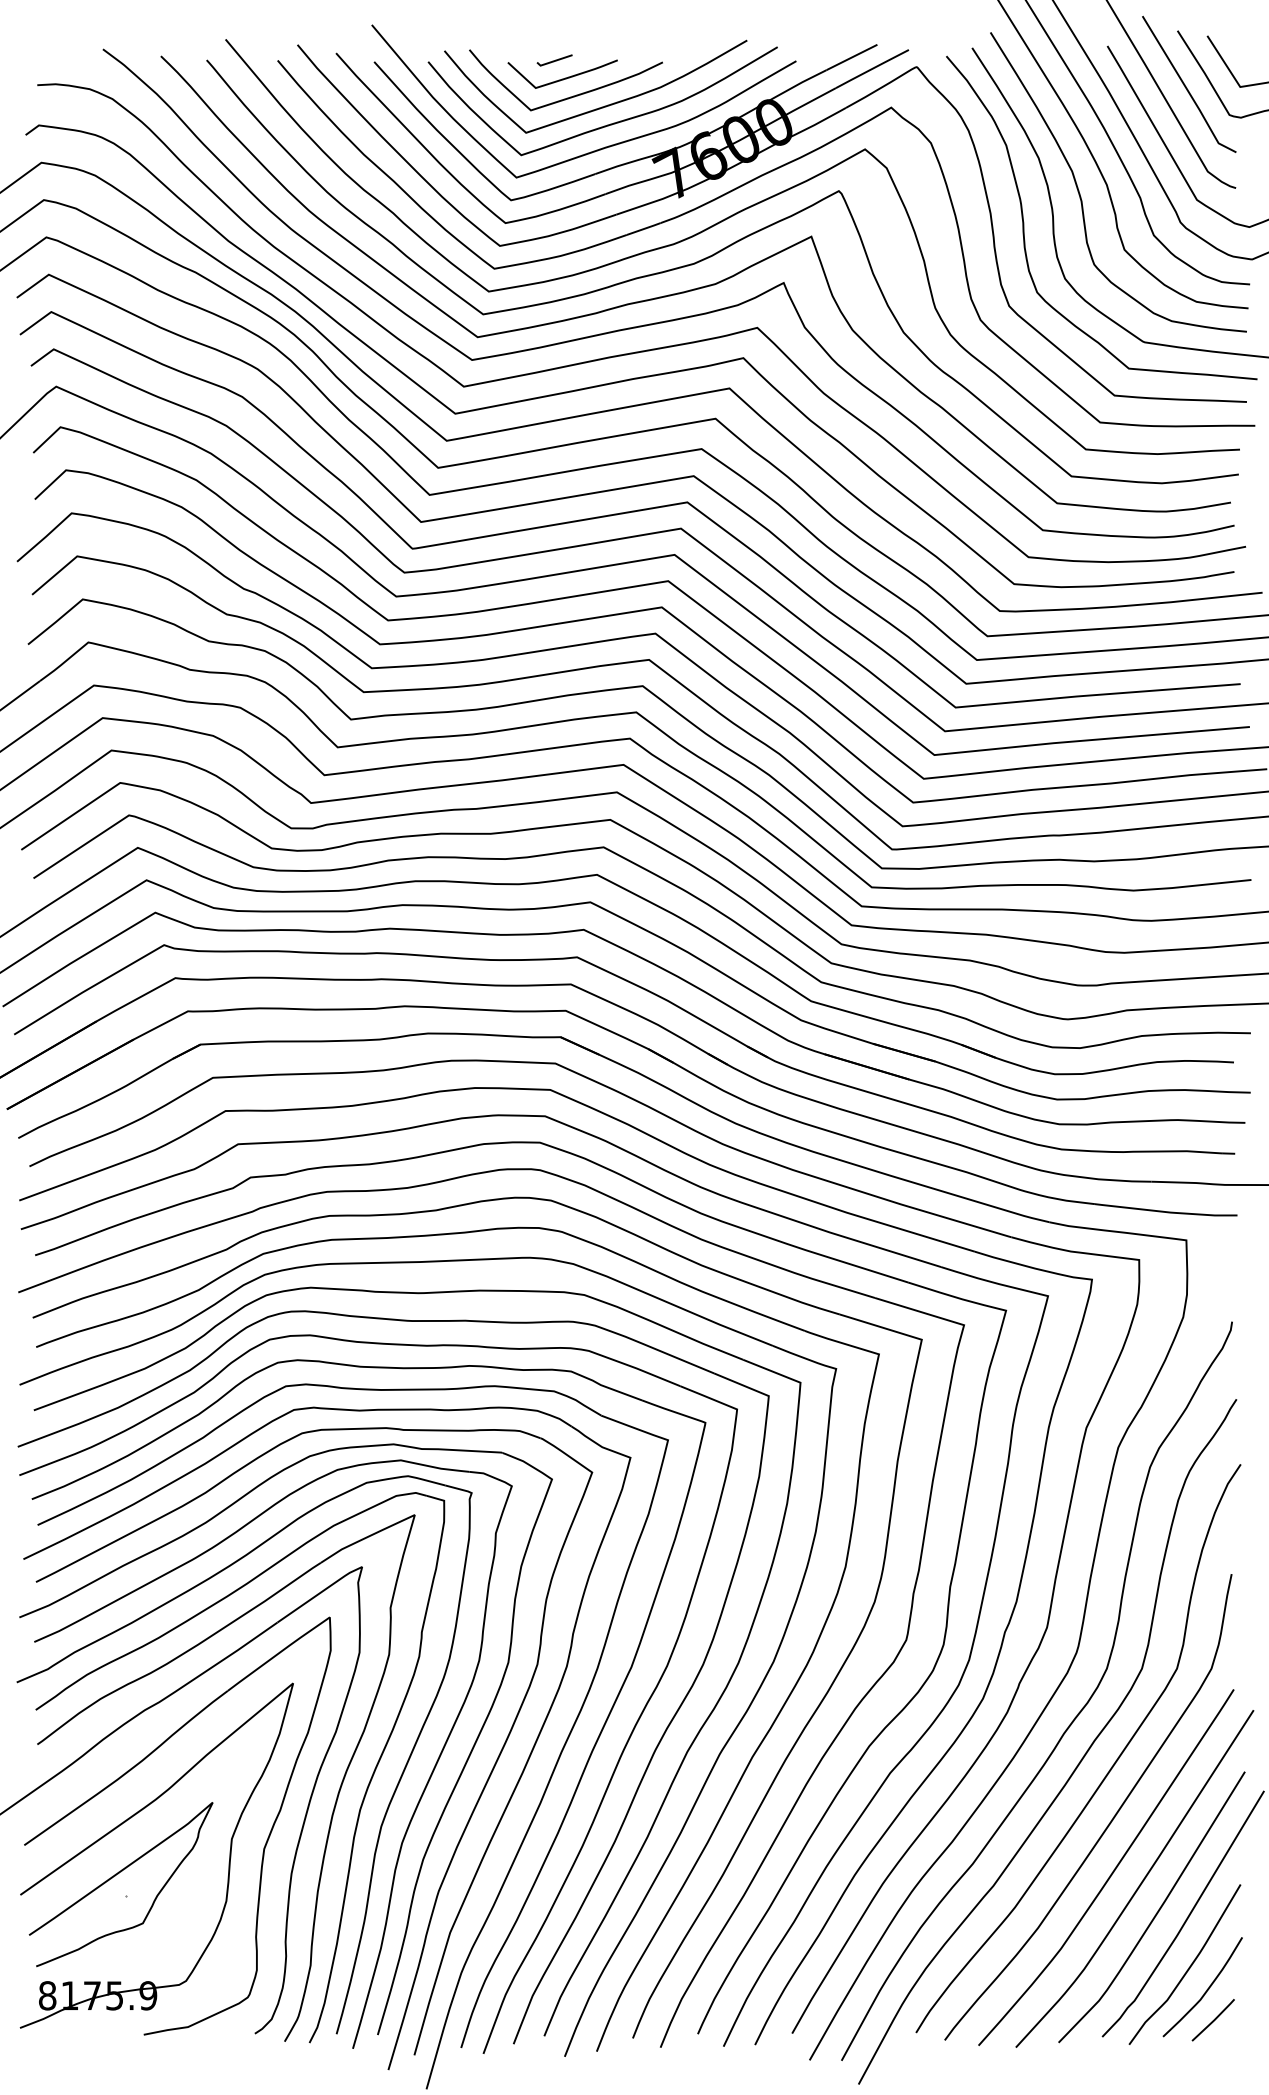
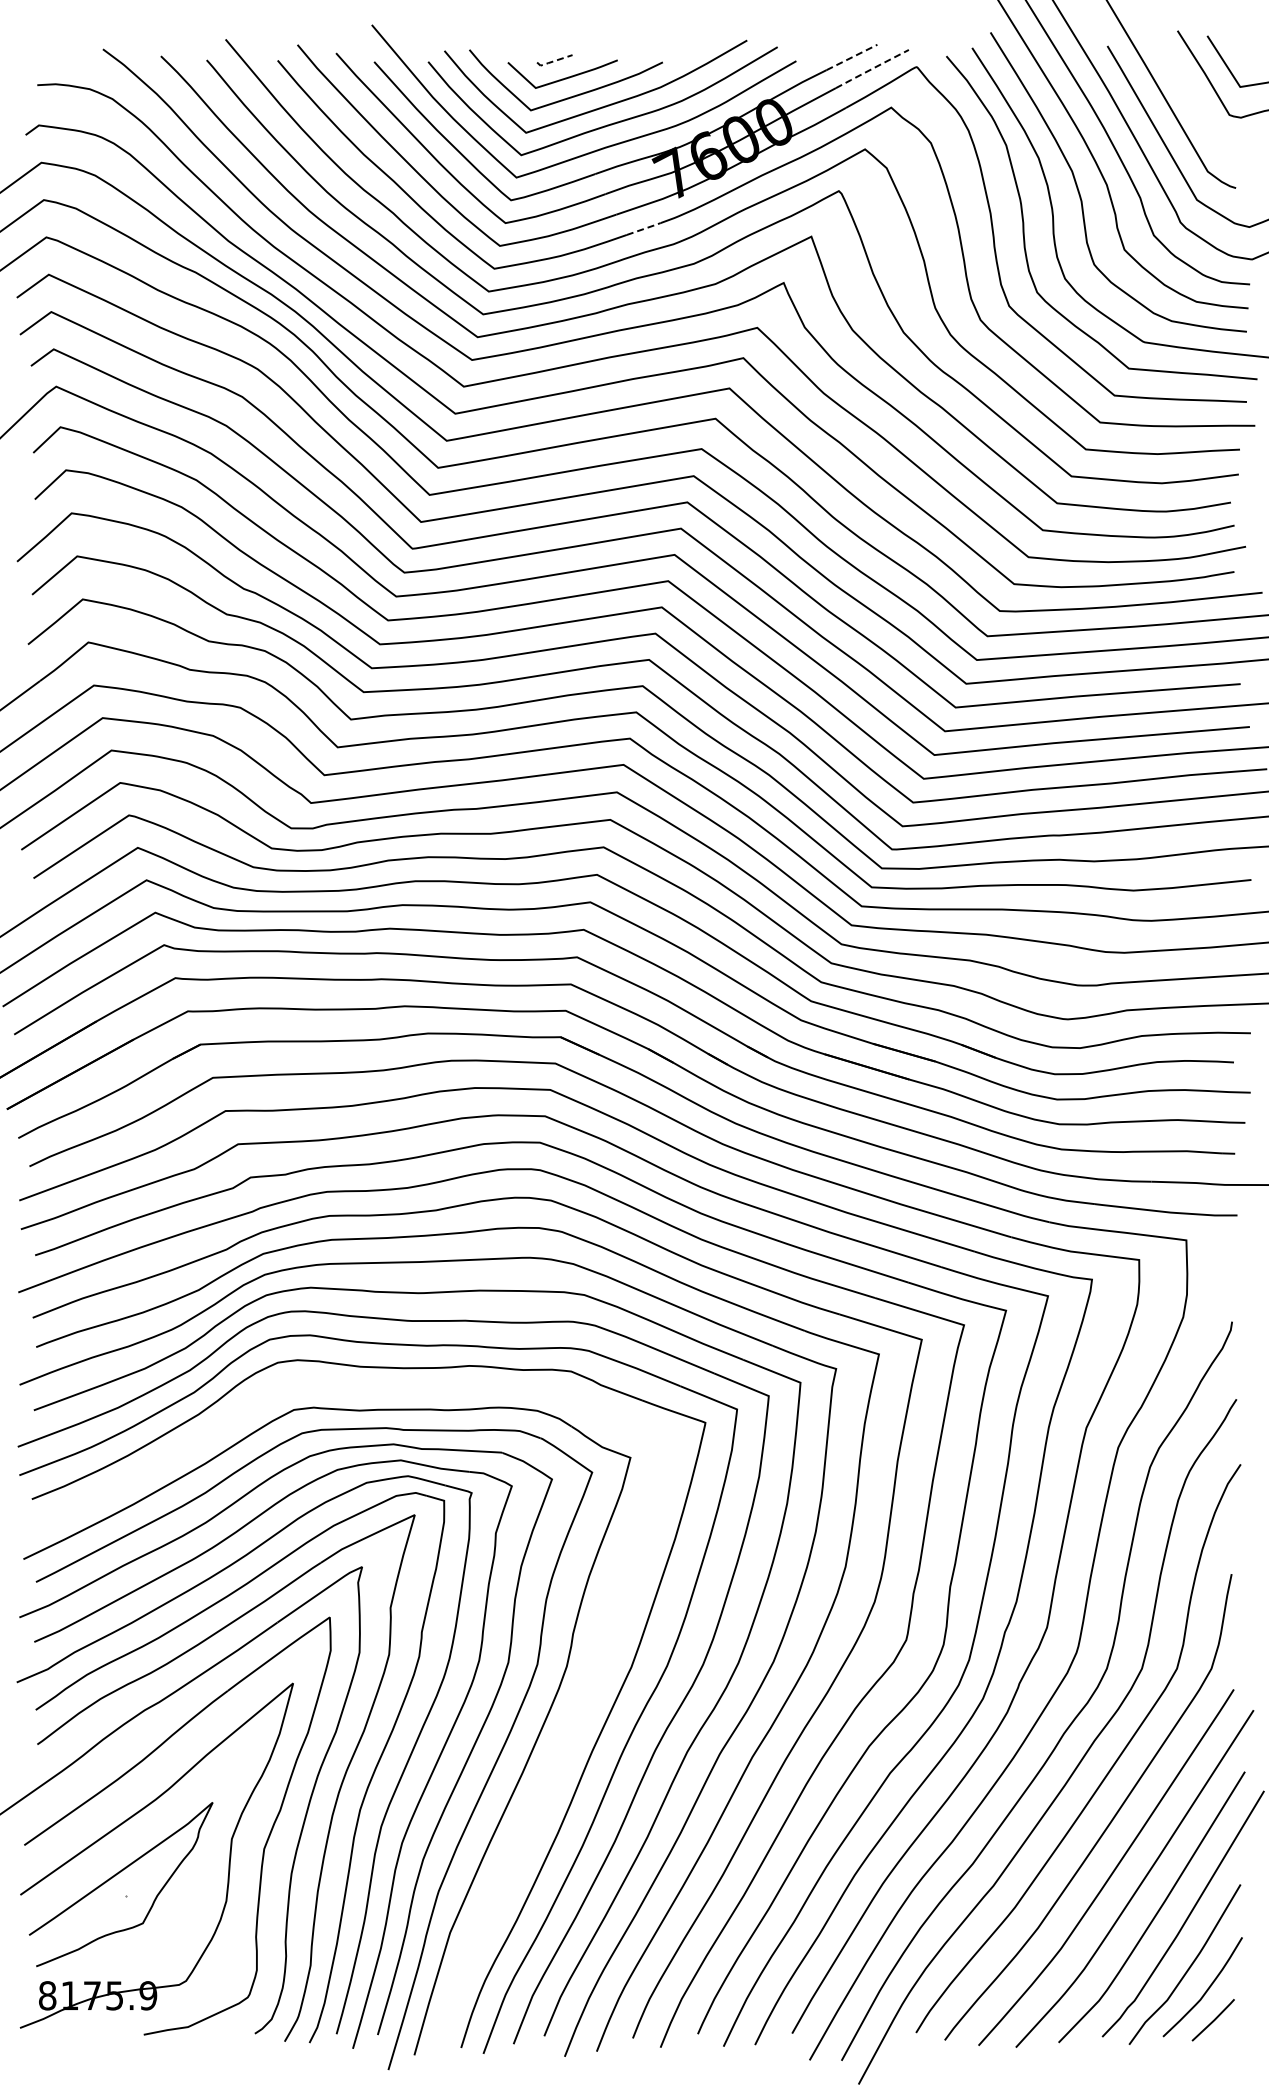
line at (852, 57): solid -> dashed
line at (552, 61): solid -> dashed
line at (872, 68): solid -> dashed
curve at (1186, 86): present -> none
line at (644, 228): solid -> dashed
part at (532, 1817): present -> none
